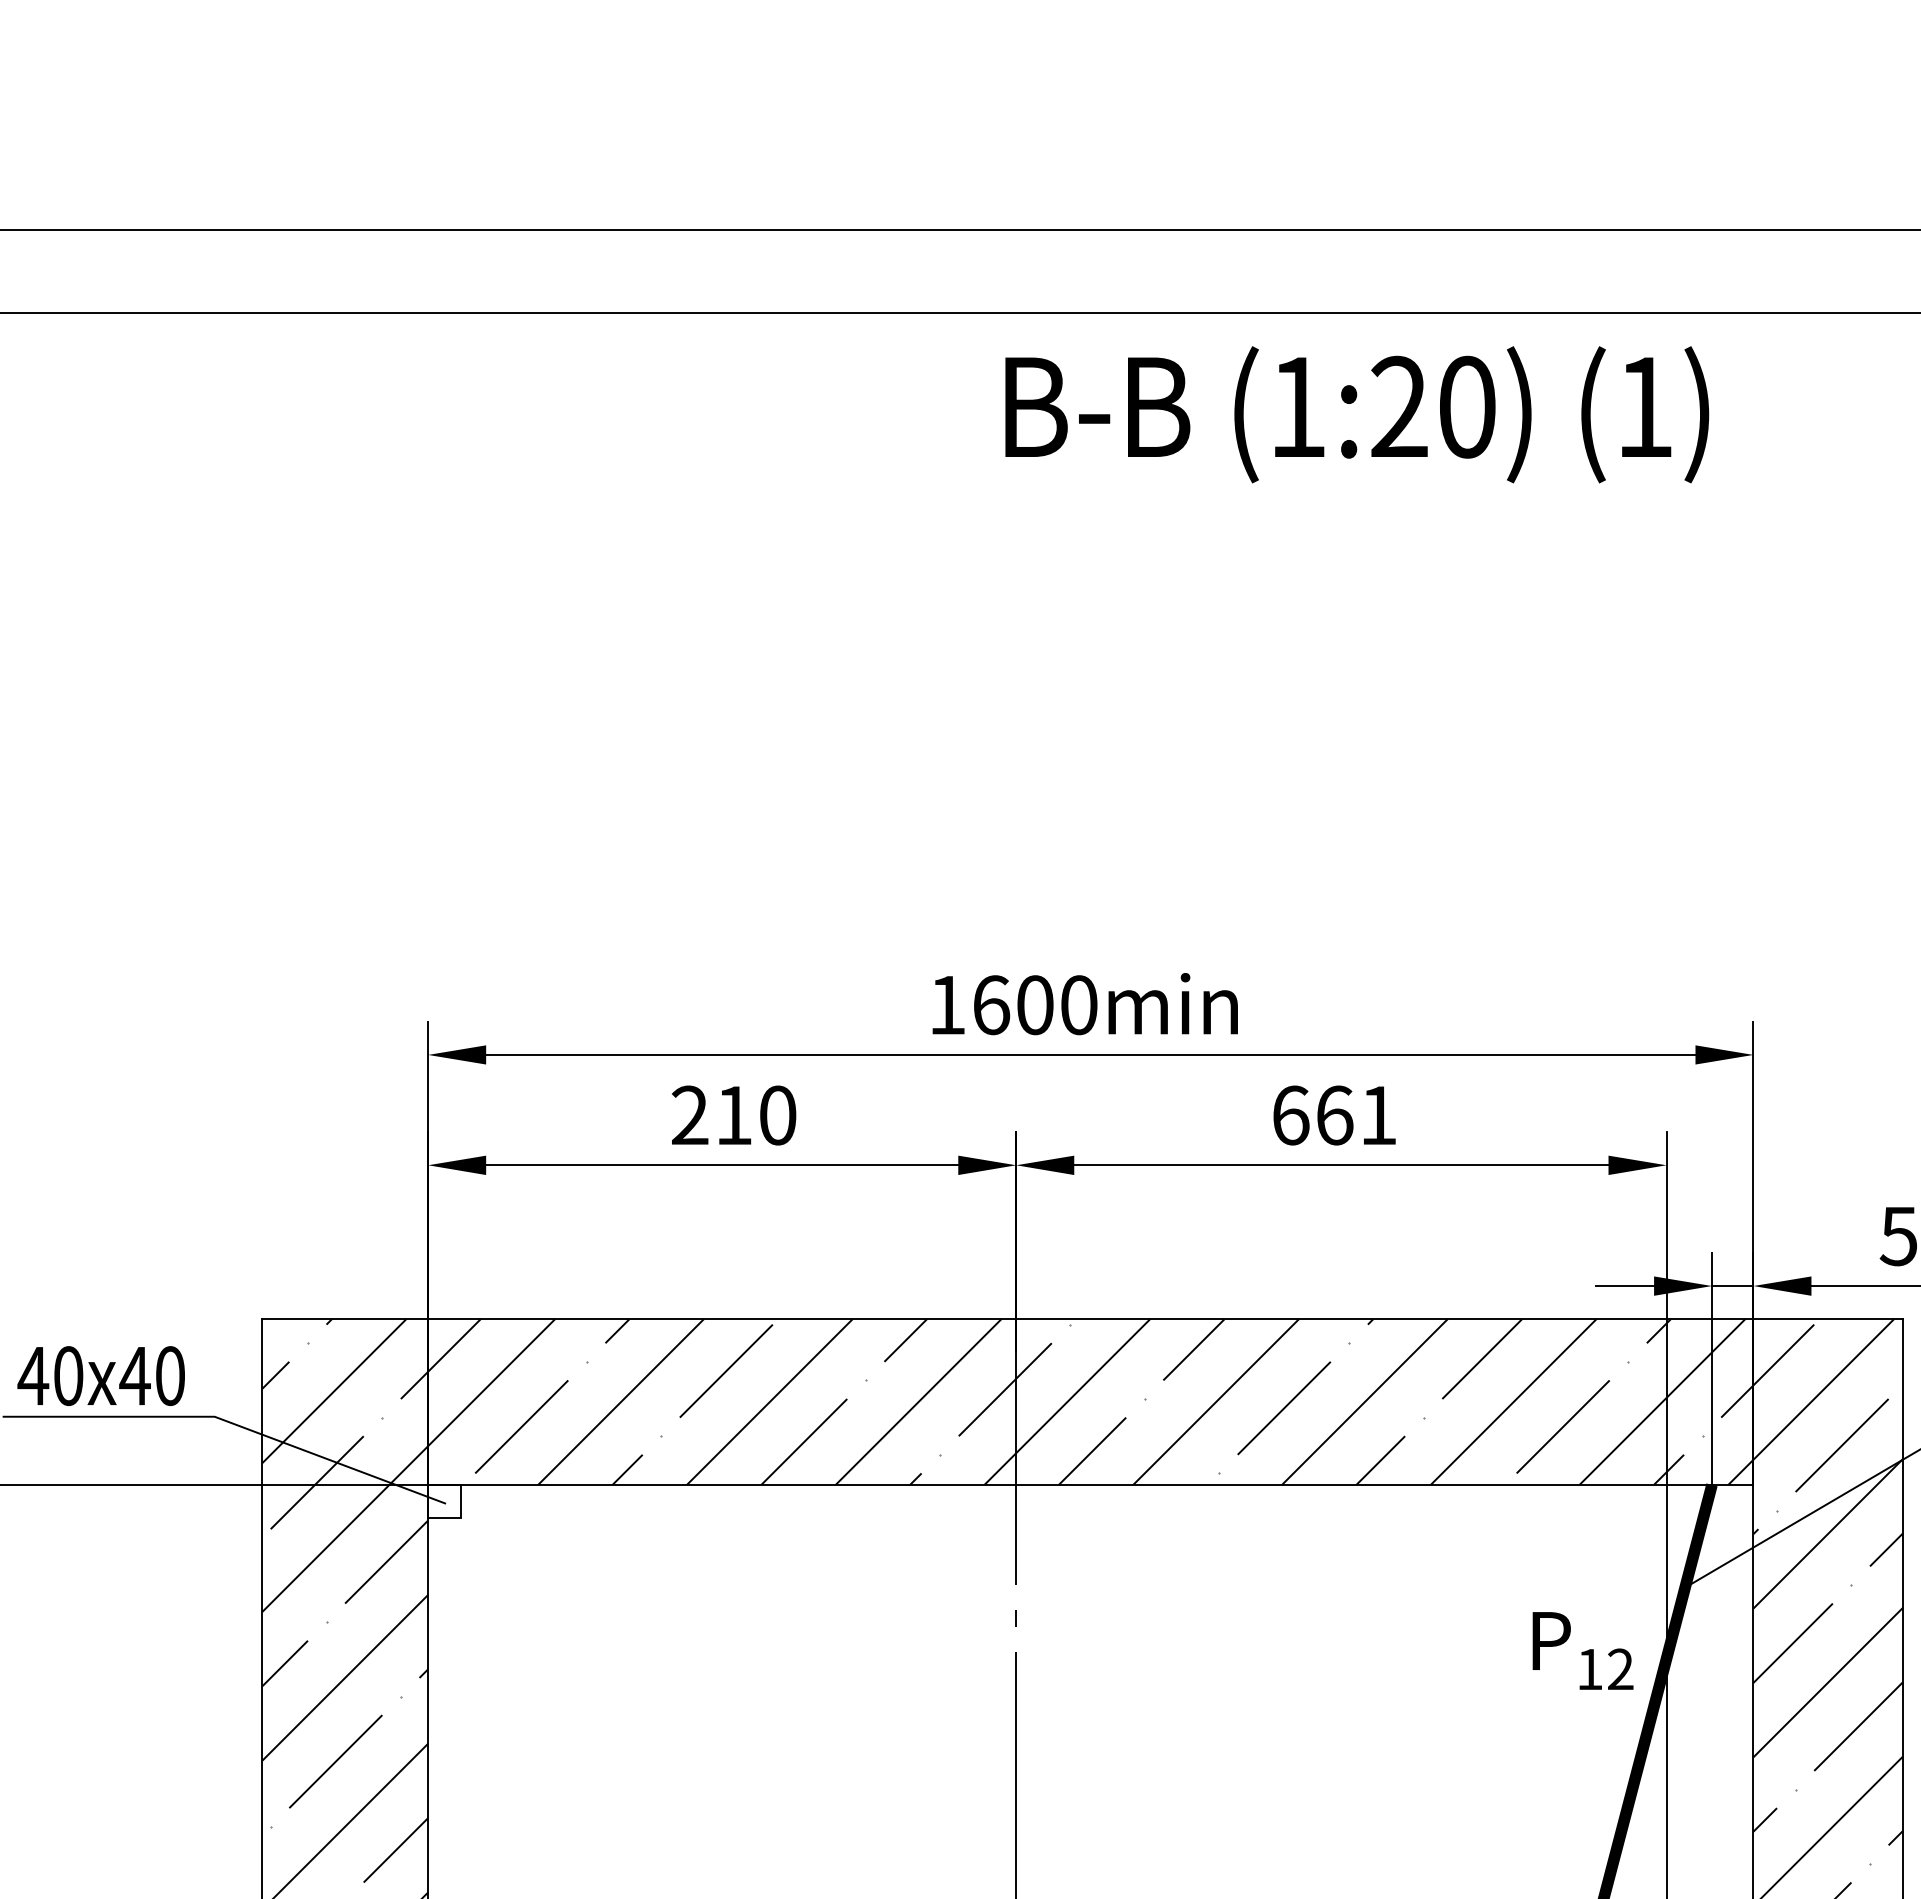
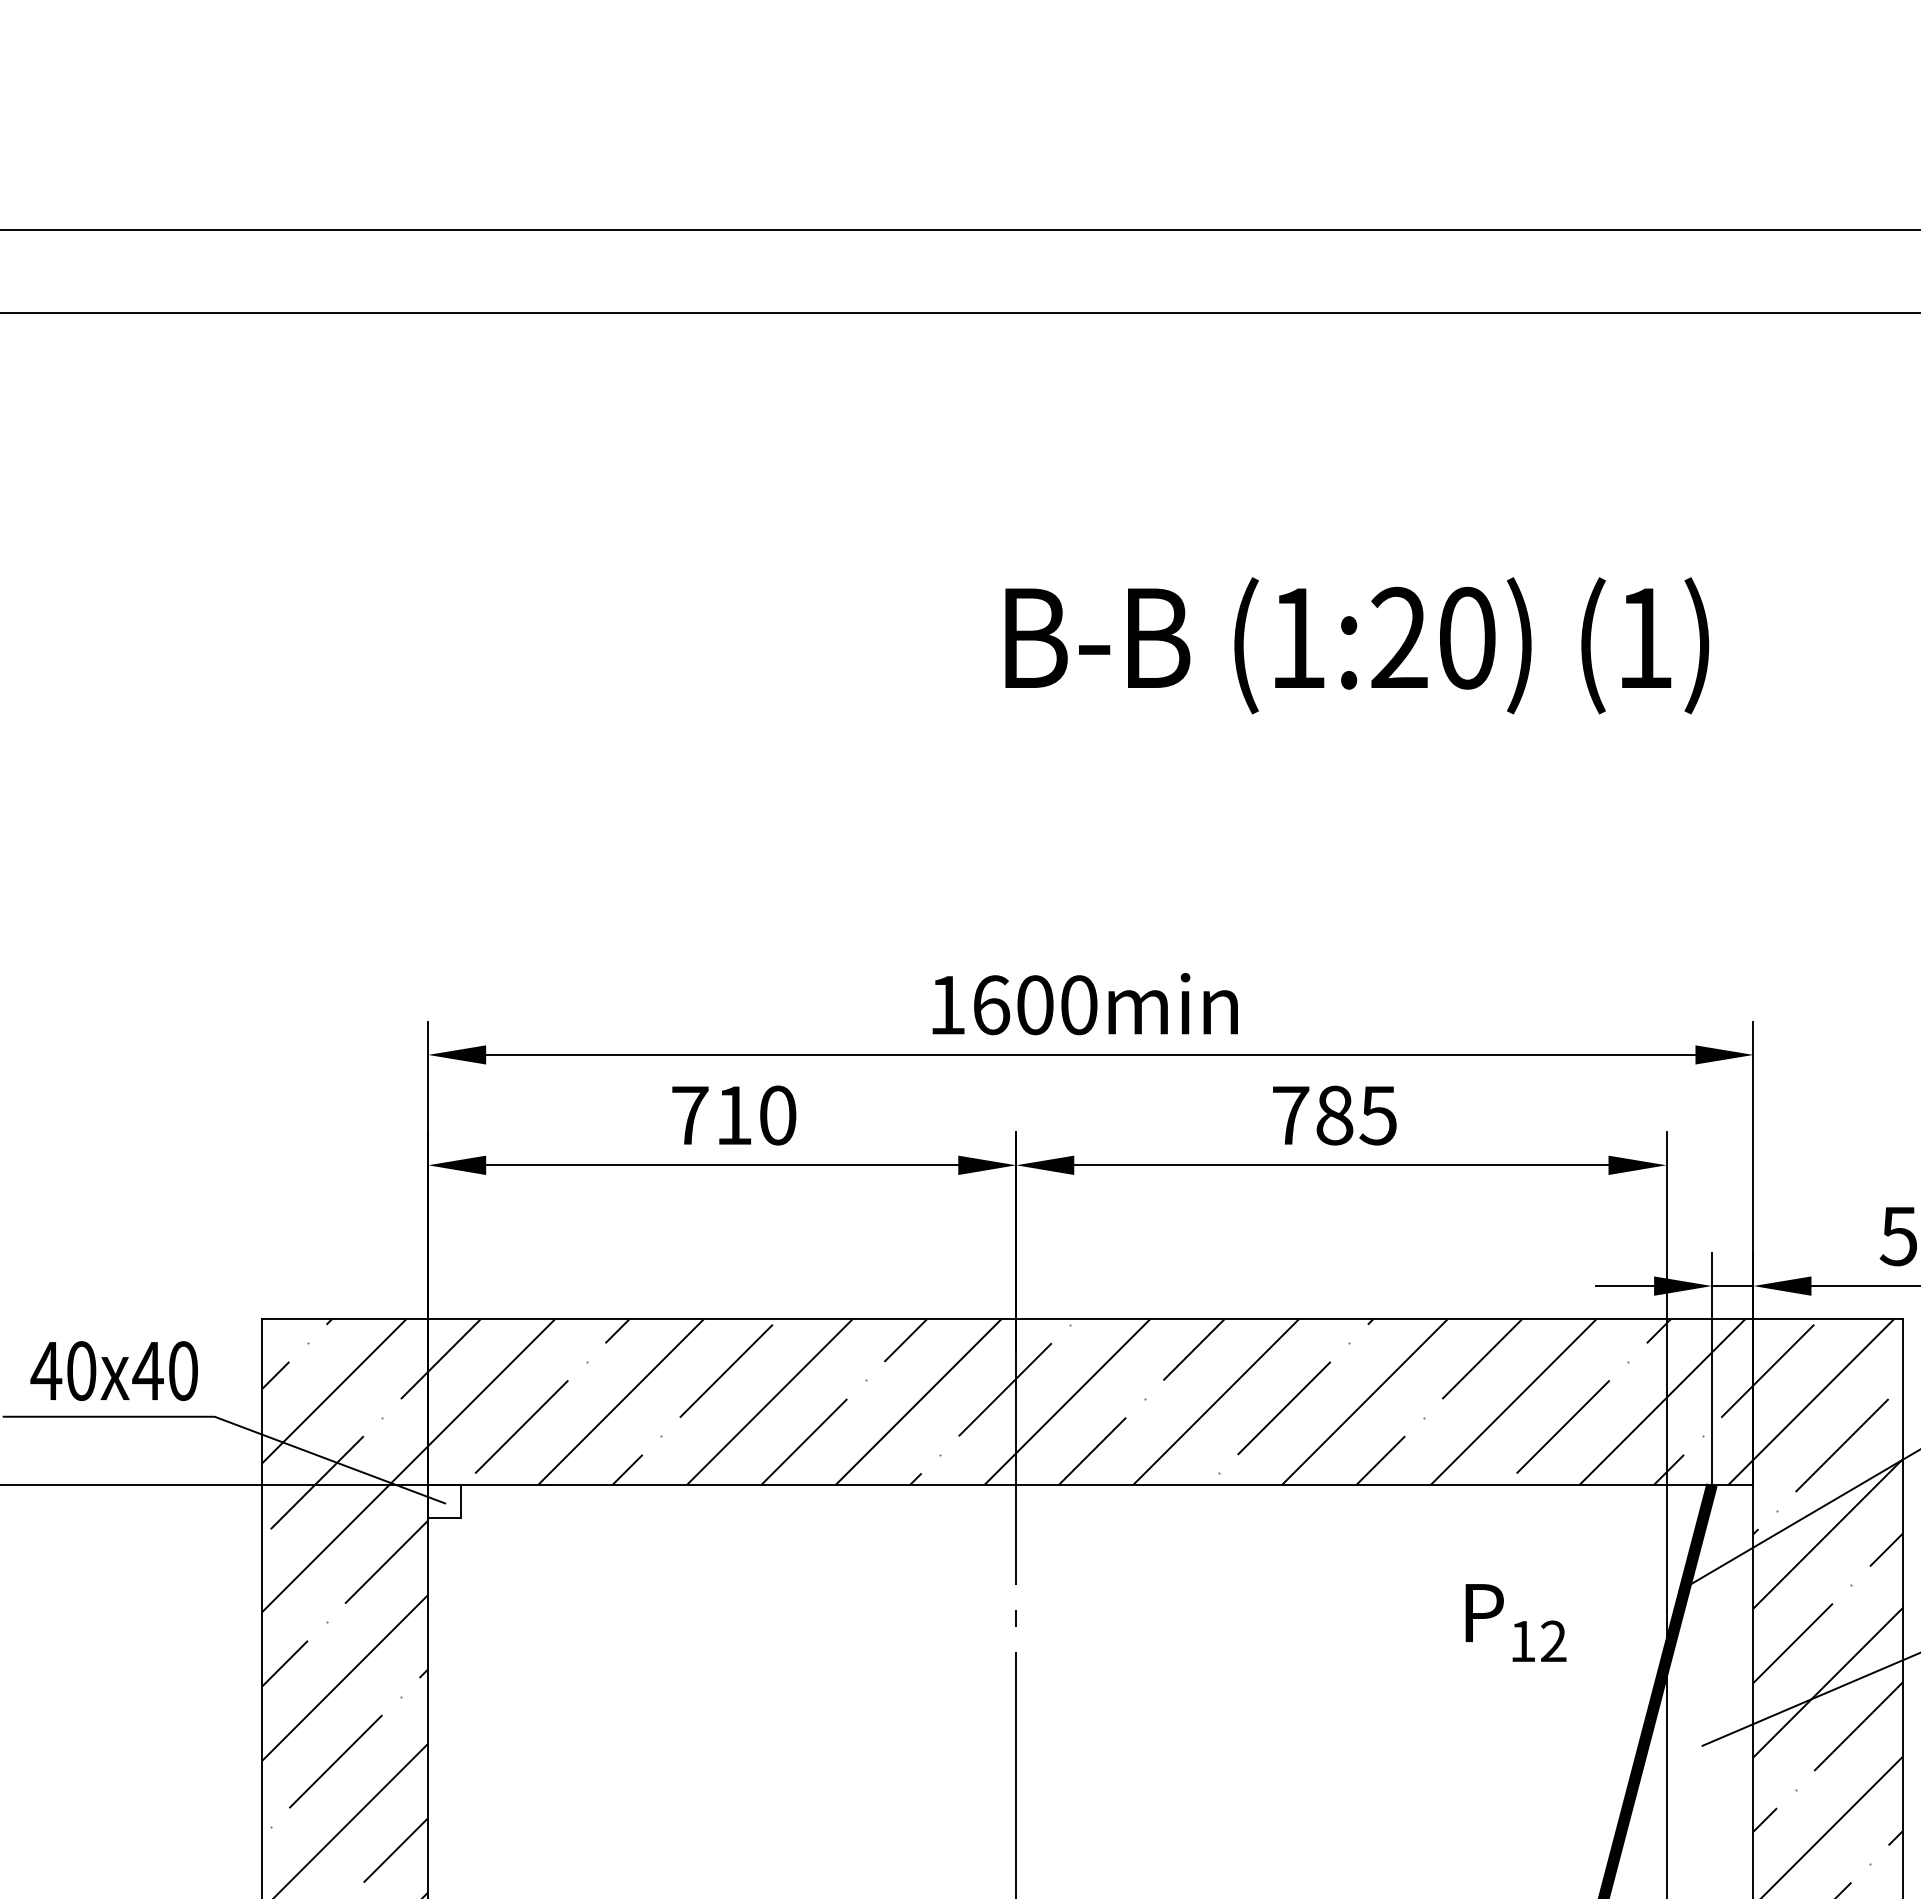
text at (1357, 414) position: (1357, 414) -> (1357, 645)
text at (690, 1114): 210 -> 710
text at (1334, 1115): 661 -> 785
text at (100, 1375) position: (100, 1375) -> (113, 1370)
text at (1582, 1650) position: (1582, 1650) -> (1515, 1622)
line at (1809, 1699): none -> present
